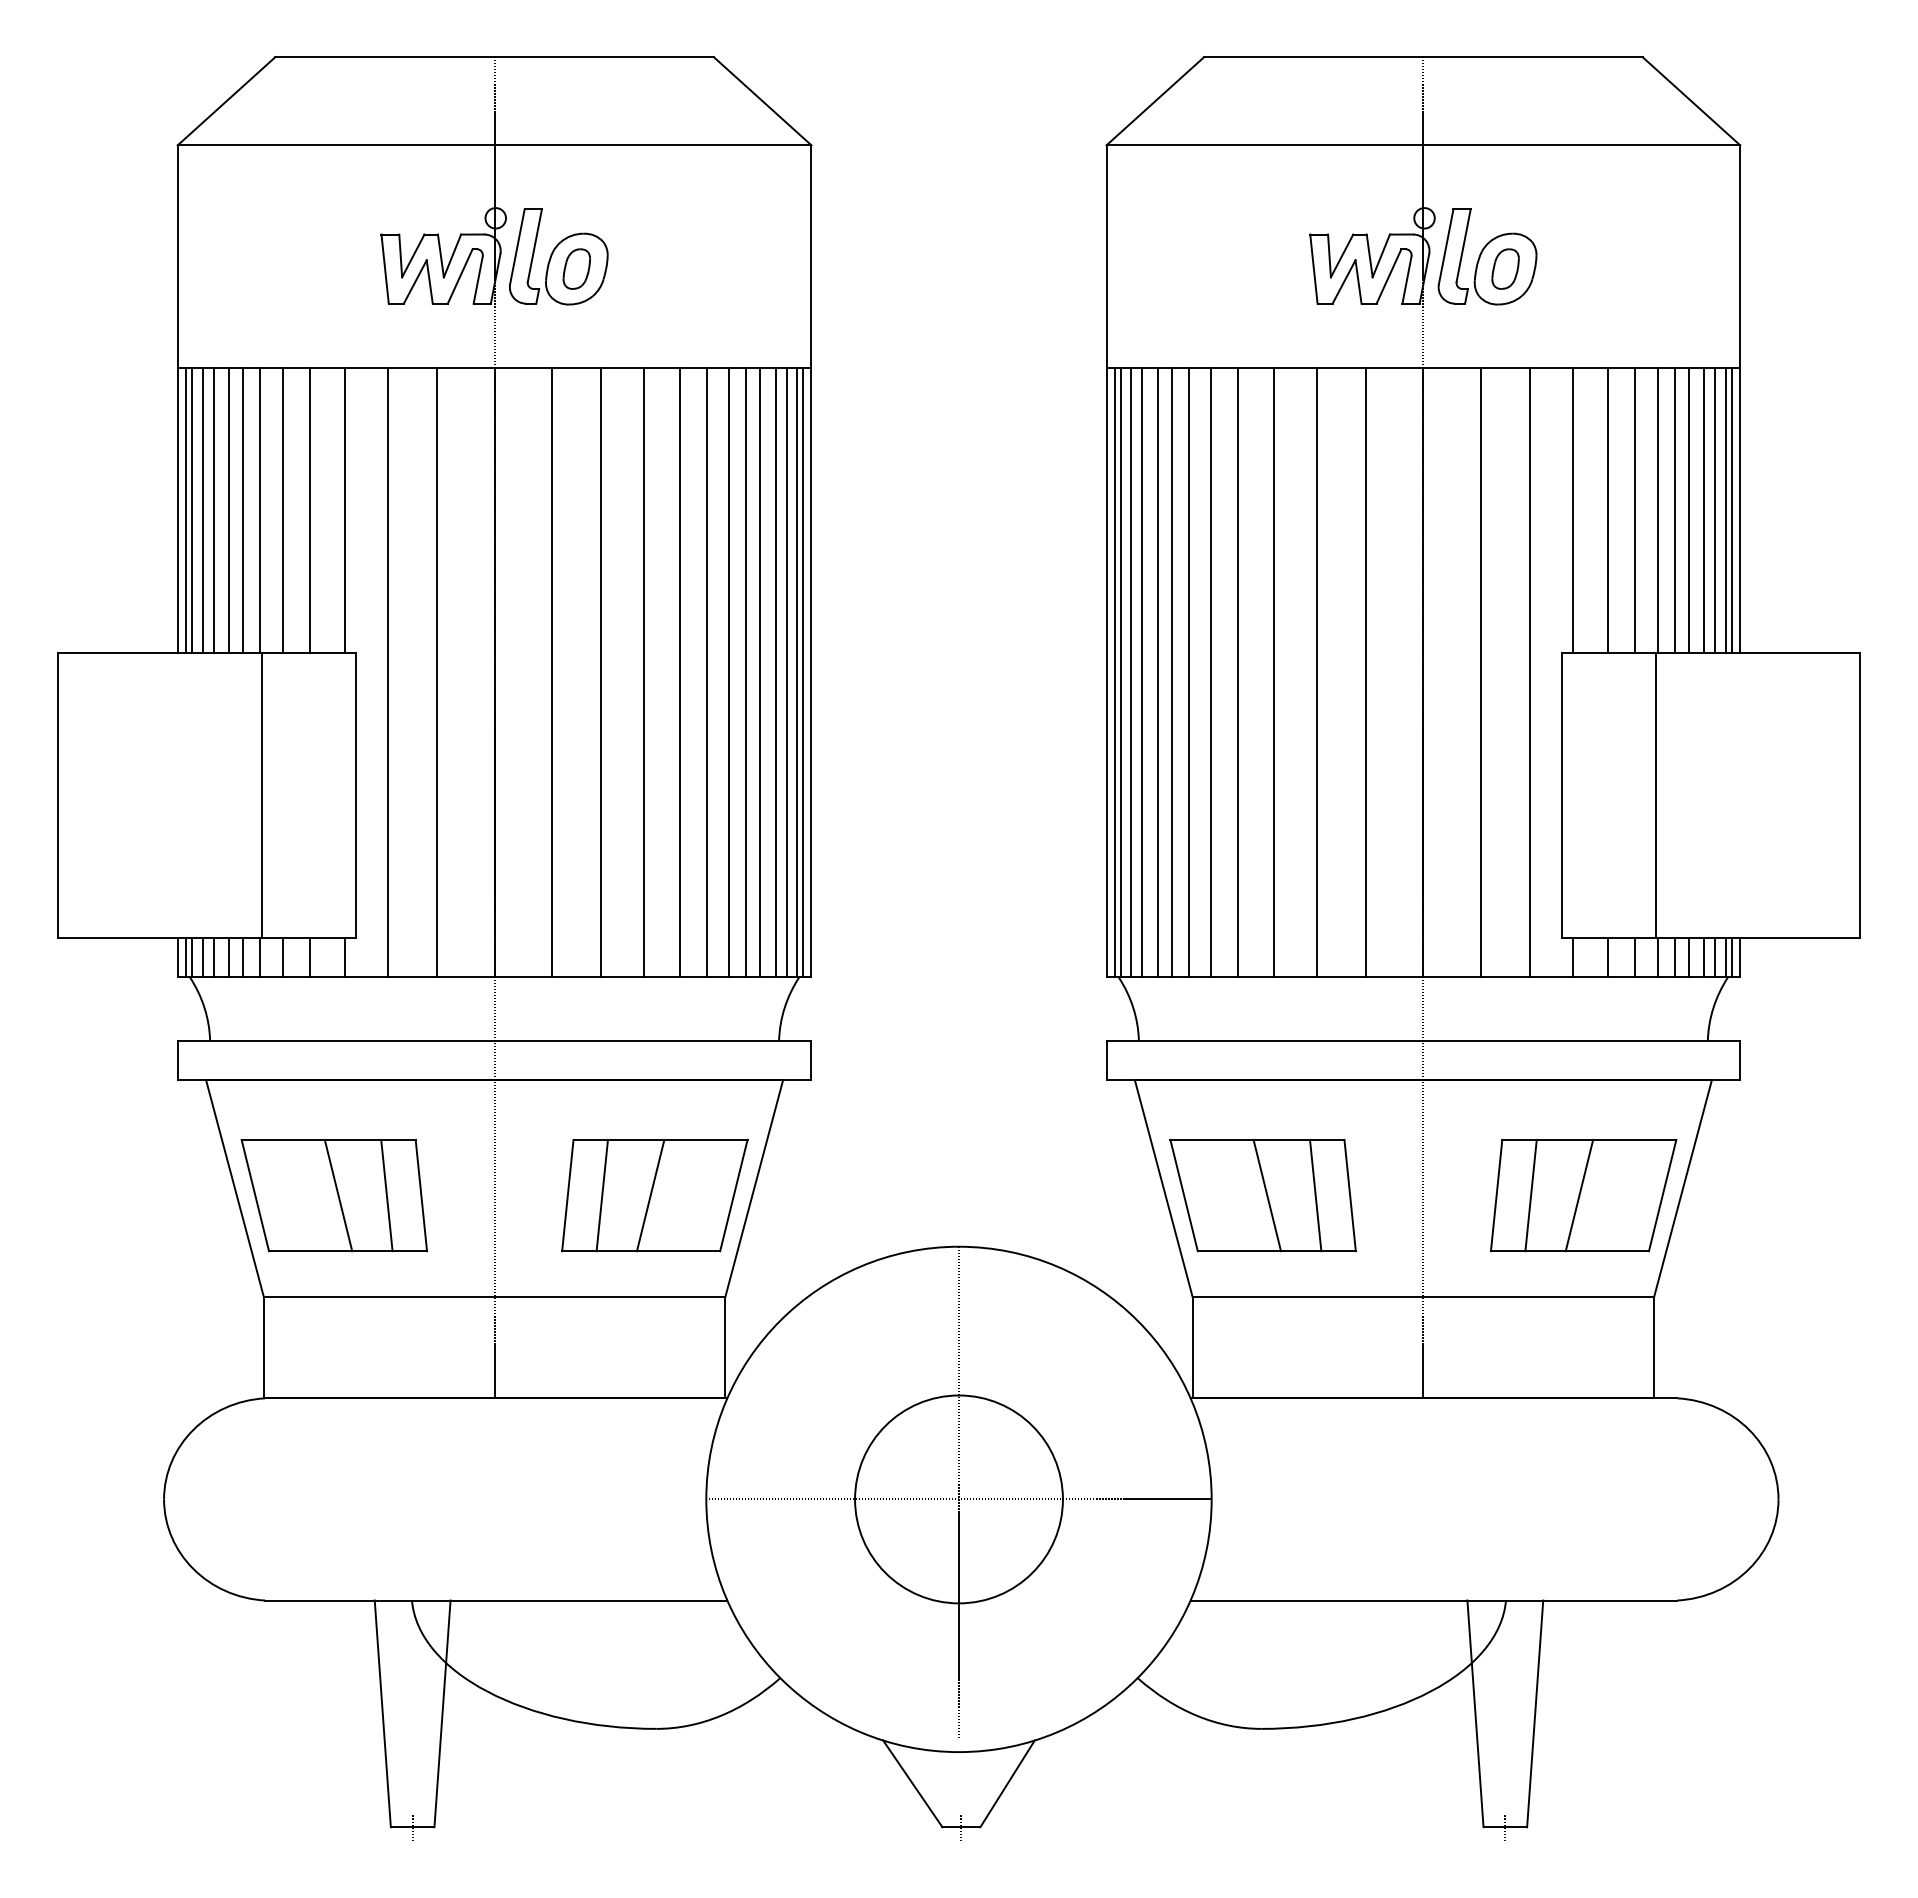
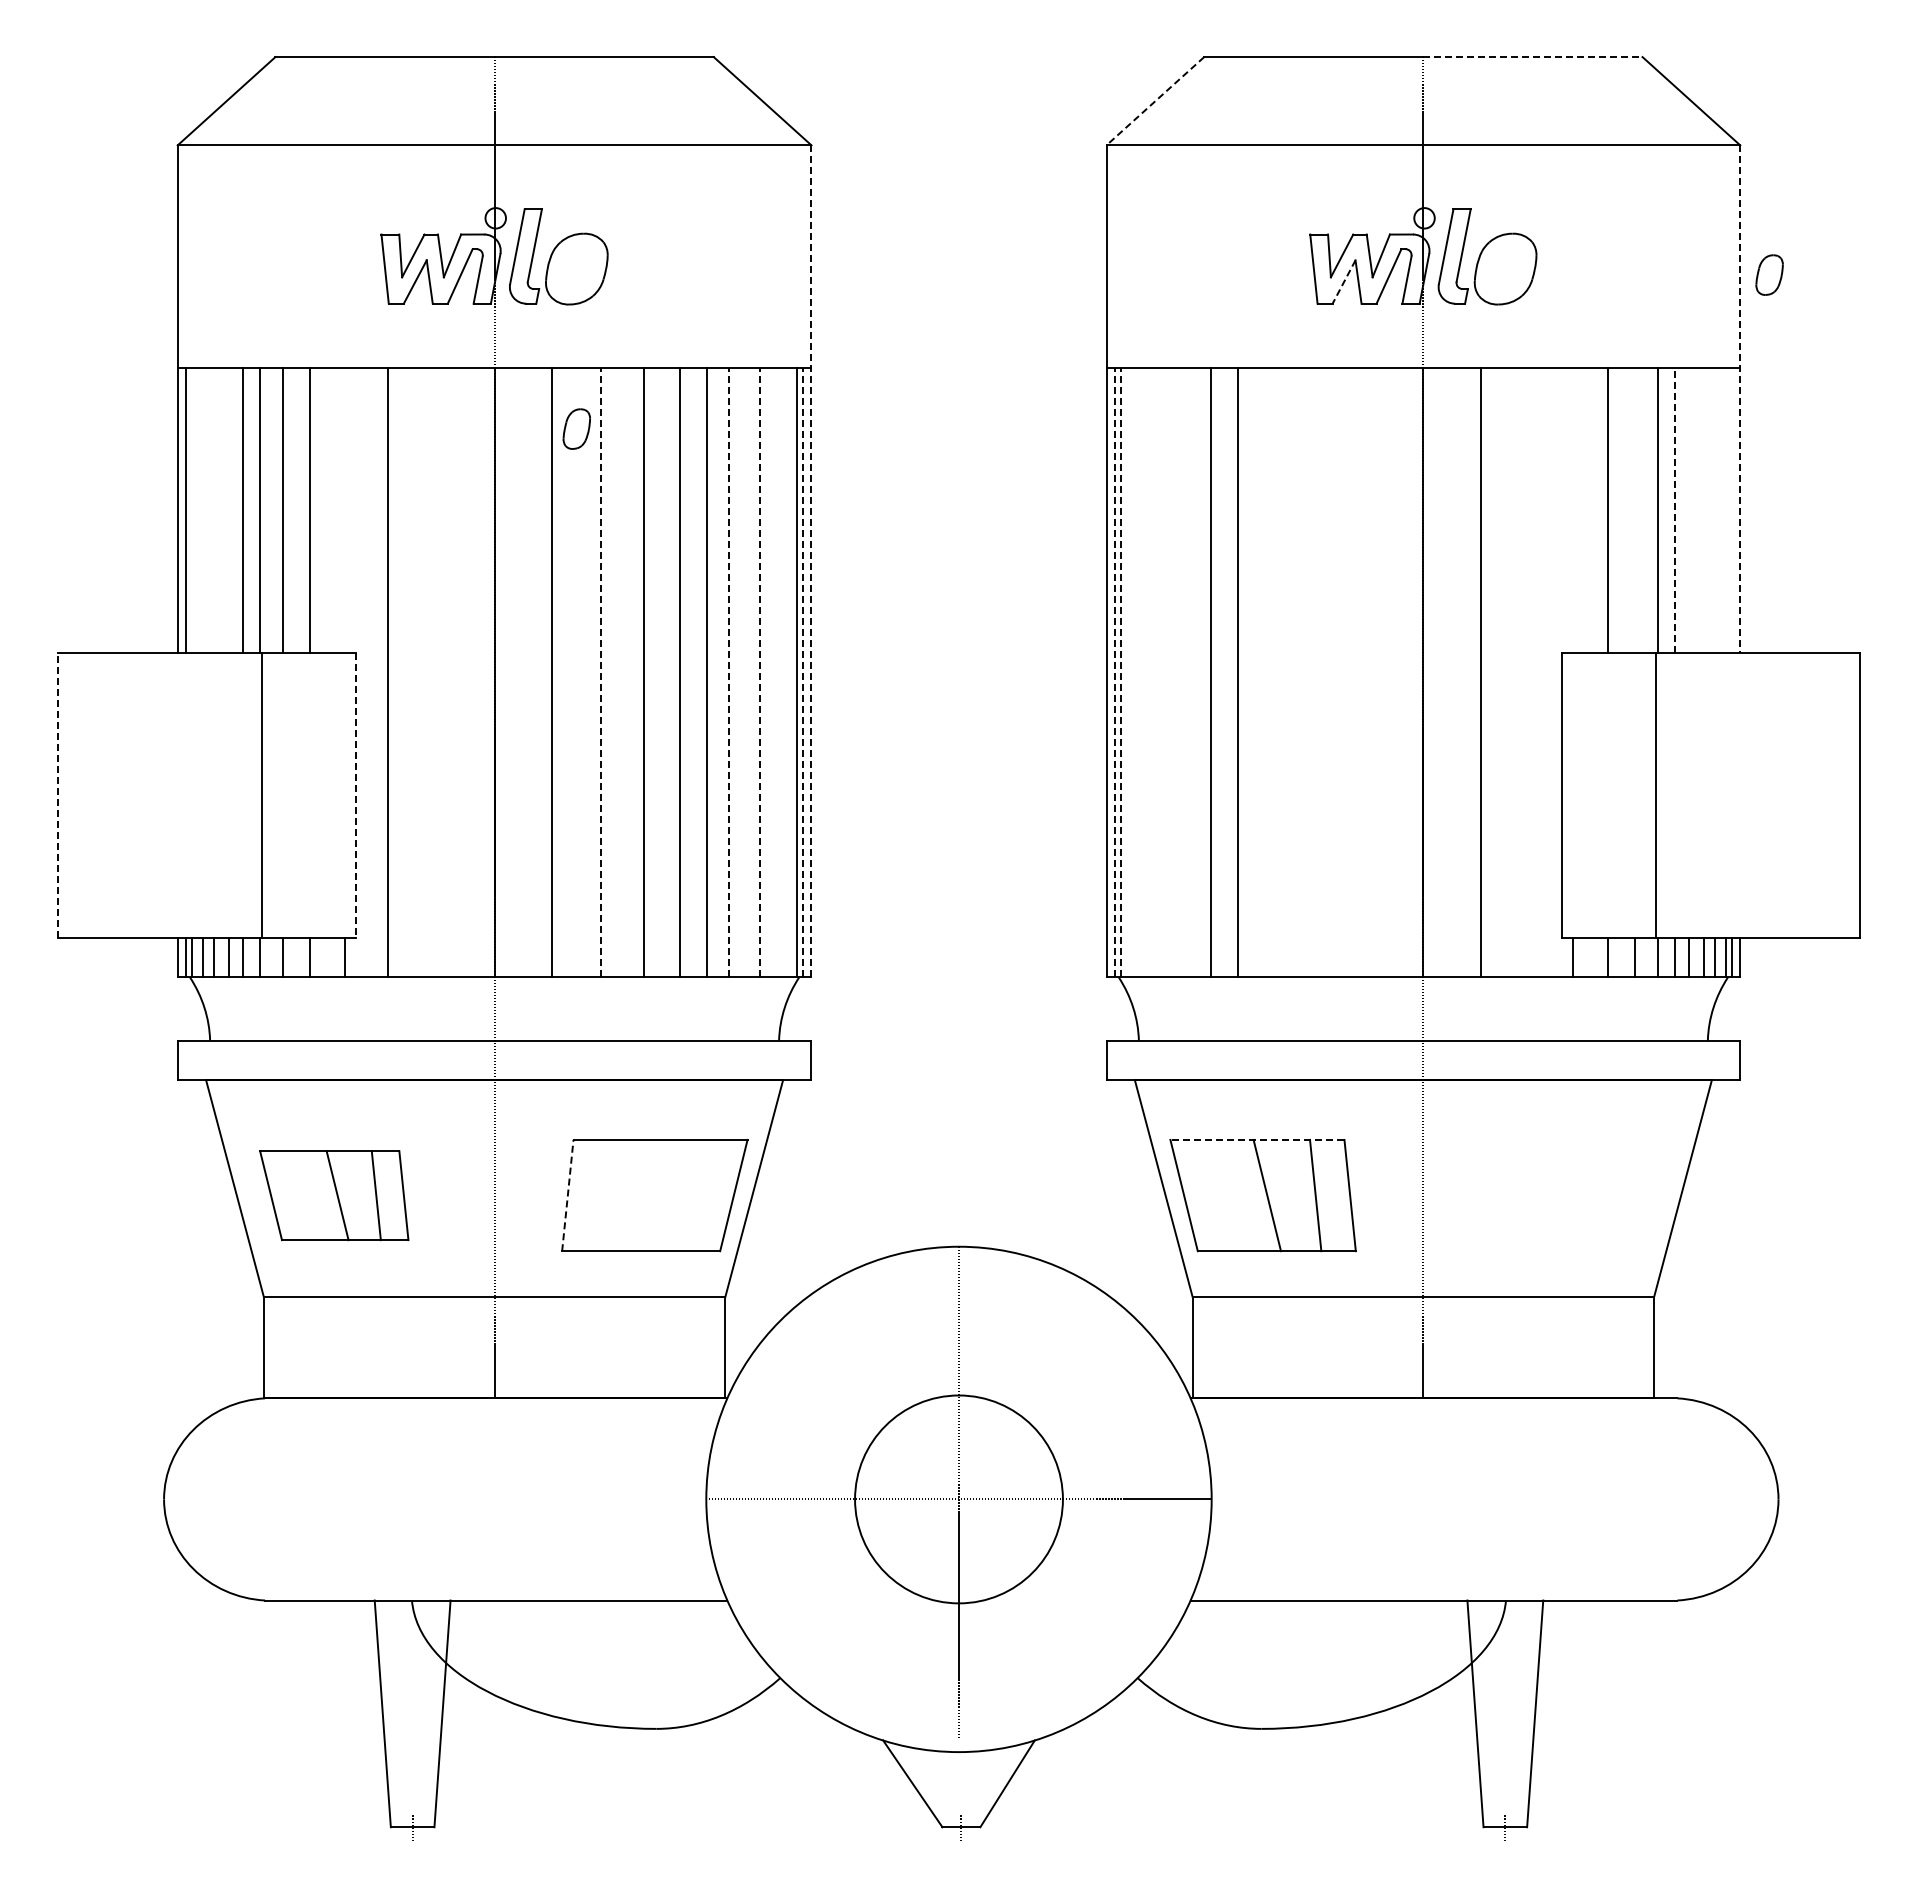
line at (1532, 57): solid -> dashed
line at (1155, 101): solid -> dashed
part at (576, 268) position: (576, 268) -> (576, 428)
part at (1505, 268) position: (1505, 268) -> (1769, 274)
line at (1344, 282): solid -> dashed
line at (1740, 399): solid -> dashed
line at (192, 510): present -> none
line at (202, 510): present -> none
line at (213, 510): present -> none
line at (228, 510): present -> none
line at (344, 510): present -> none
line at (1573, 510): present -> none
line at (1635, 510): present -> none
line at (1675, 510): solid -> dashed
line at (1689, 510): present -> none
line at (1704, 510): present -> none
line at (1715, 510): present -> none
line at (1725, 510): present -> none
line at (1732, 510): present -> none
line at (811, 561): solid -> dashed
line at (437, 672): present -> none
line at (601, 672): solid -> dashed
line at (728, 672): solid -> dashed
line at (746, 672): present -> none
line at (760, 672): solid -> dashed
line at (775, 672): present -> none
line at (786, 672): present -> none
line at (803, 672): solid -> dashed
line at (1114, 672): solid -> dashed
line at (1121, 672): solid -> dashed
line at (1131, 672): present -> none
line at (1142, 672): present -> none
line at (1157, 672): present -> none
line at (1171, 672): present -> none
line at (1189, 672): present -> none
line at (1273, 672): present -> none
line at (1316, 672): present -> none
line at (1365, 672): present -> none
line at (1529, 672): present -> none
line at (57, 794): solid -> dashed
line at (356, 795): solid -> dashed
line at (1256, 1139): solid -> dashed
part at (333, 1195) size: 188x114 px -> 151x92 px
line at (567, 1195): solid -> dashed
line at (601, 1195): present -> none
line at (650, 1195): present -> none
part at (1583, 1195): present -> none
